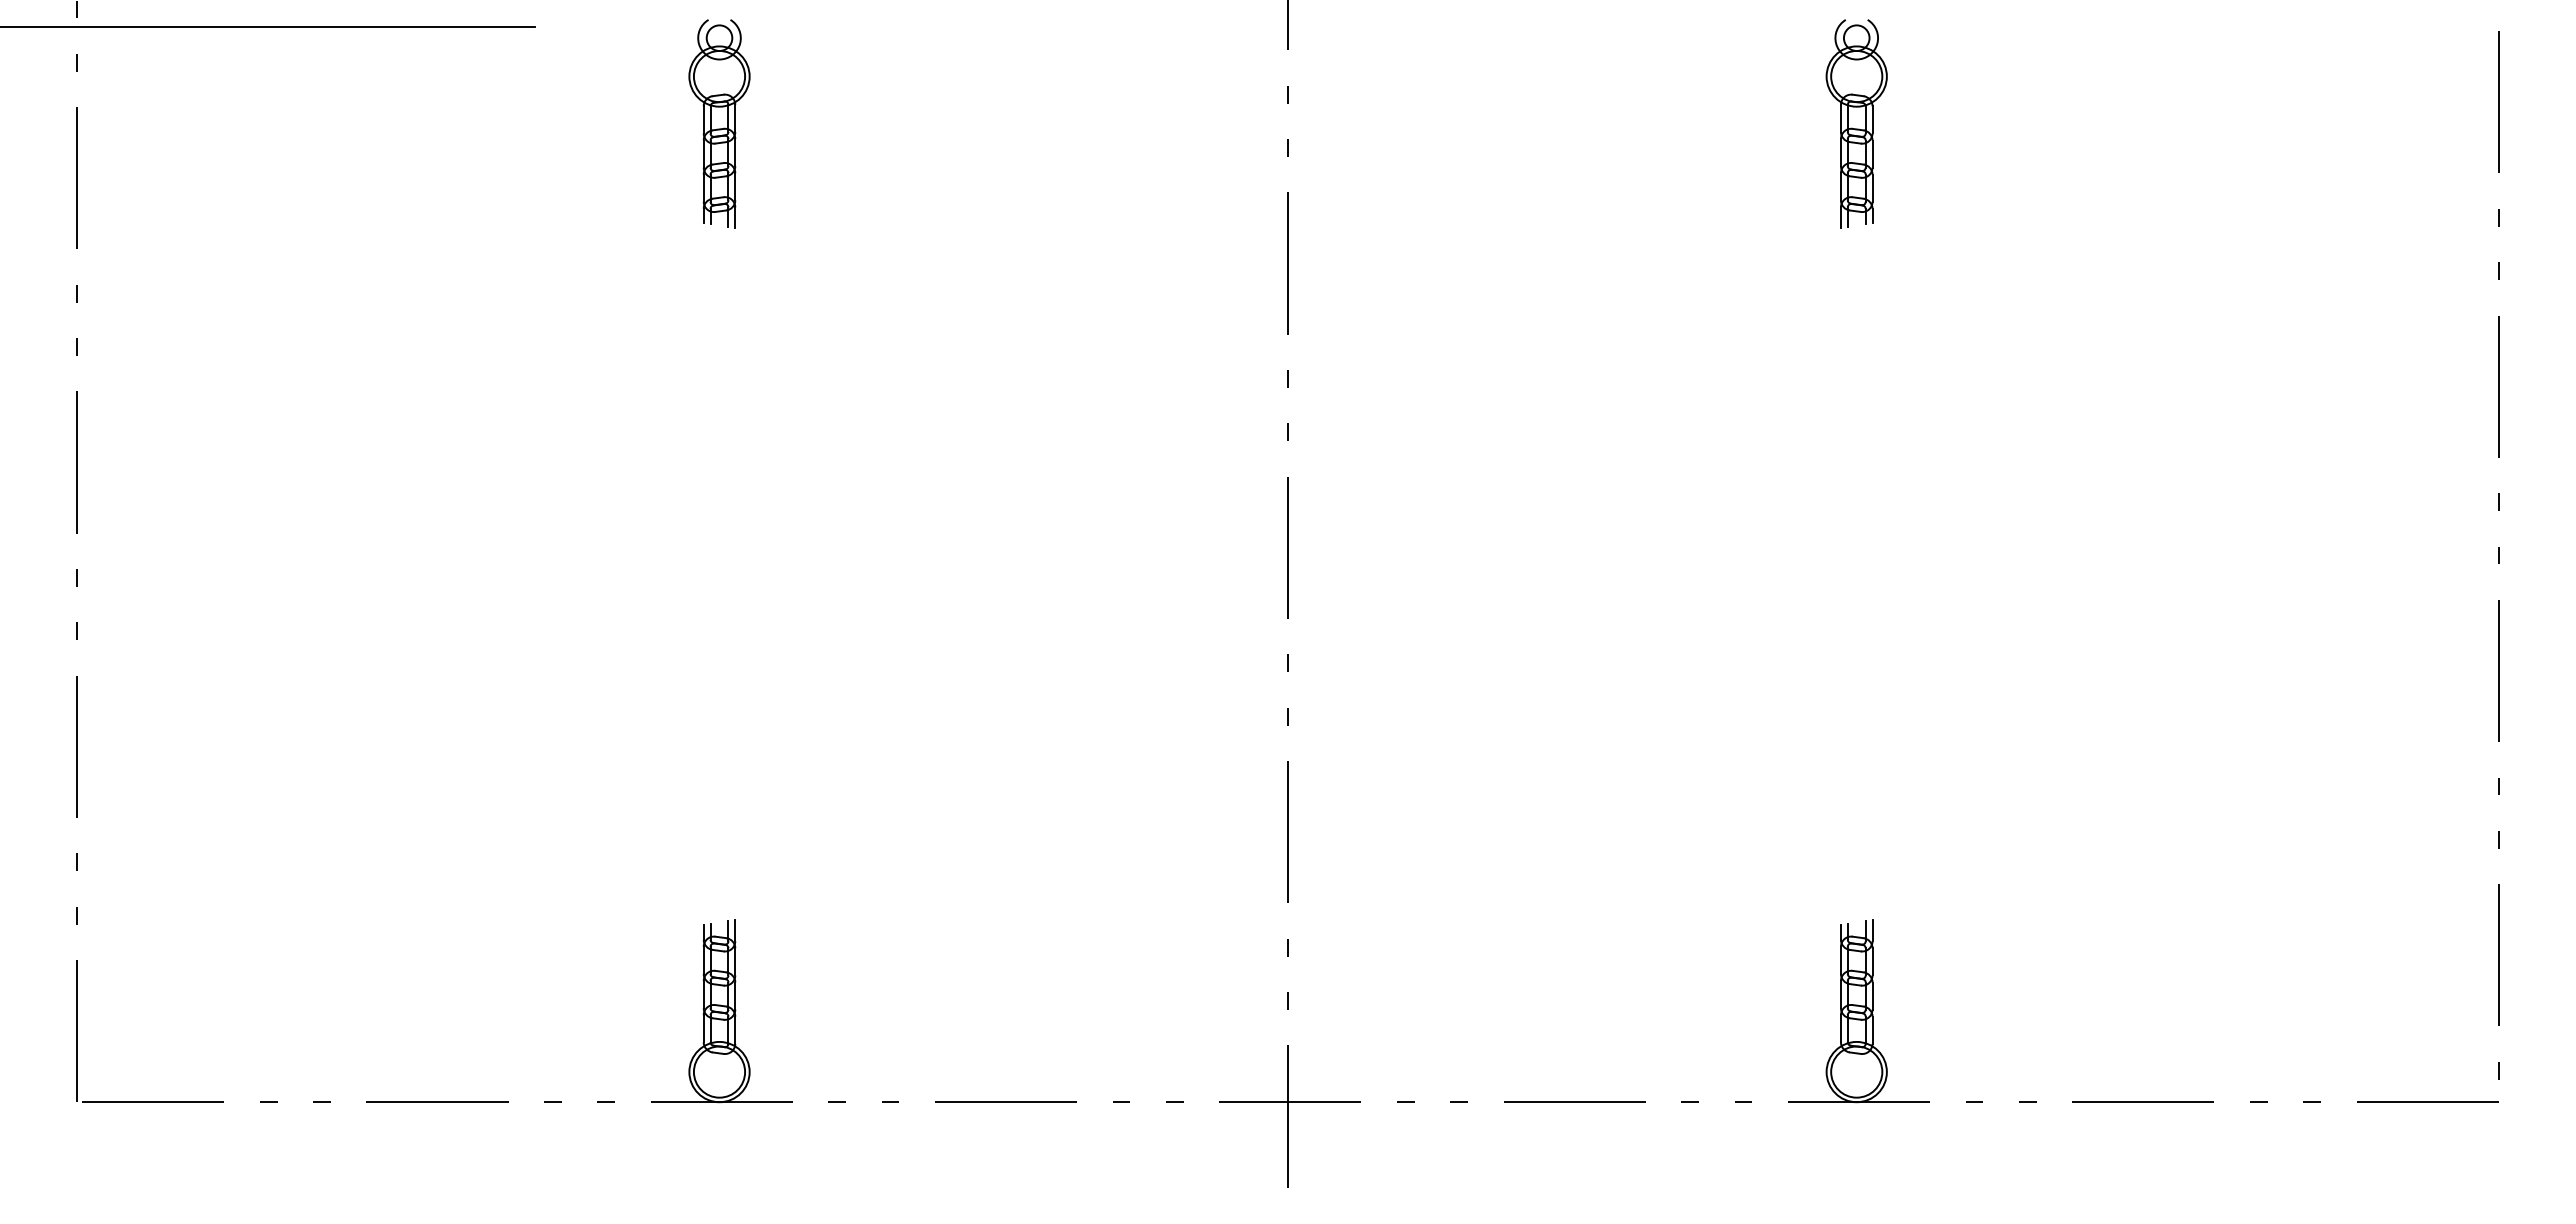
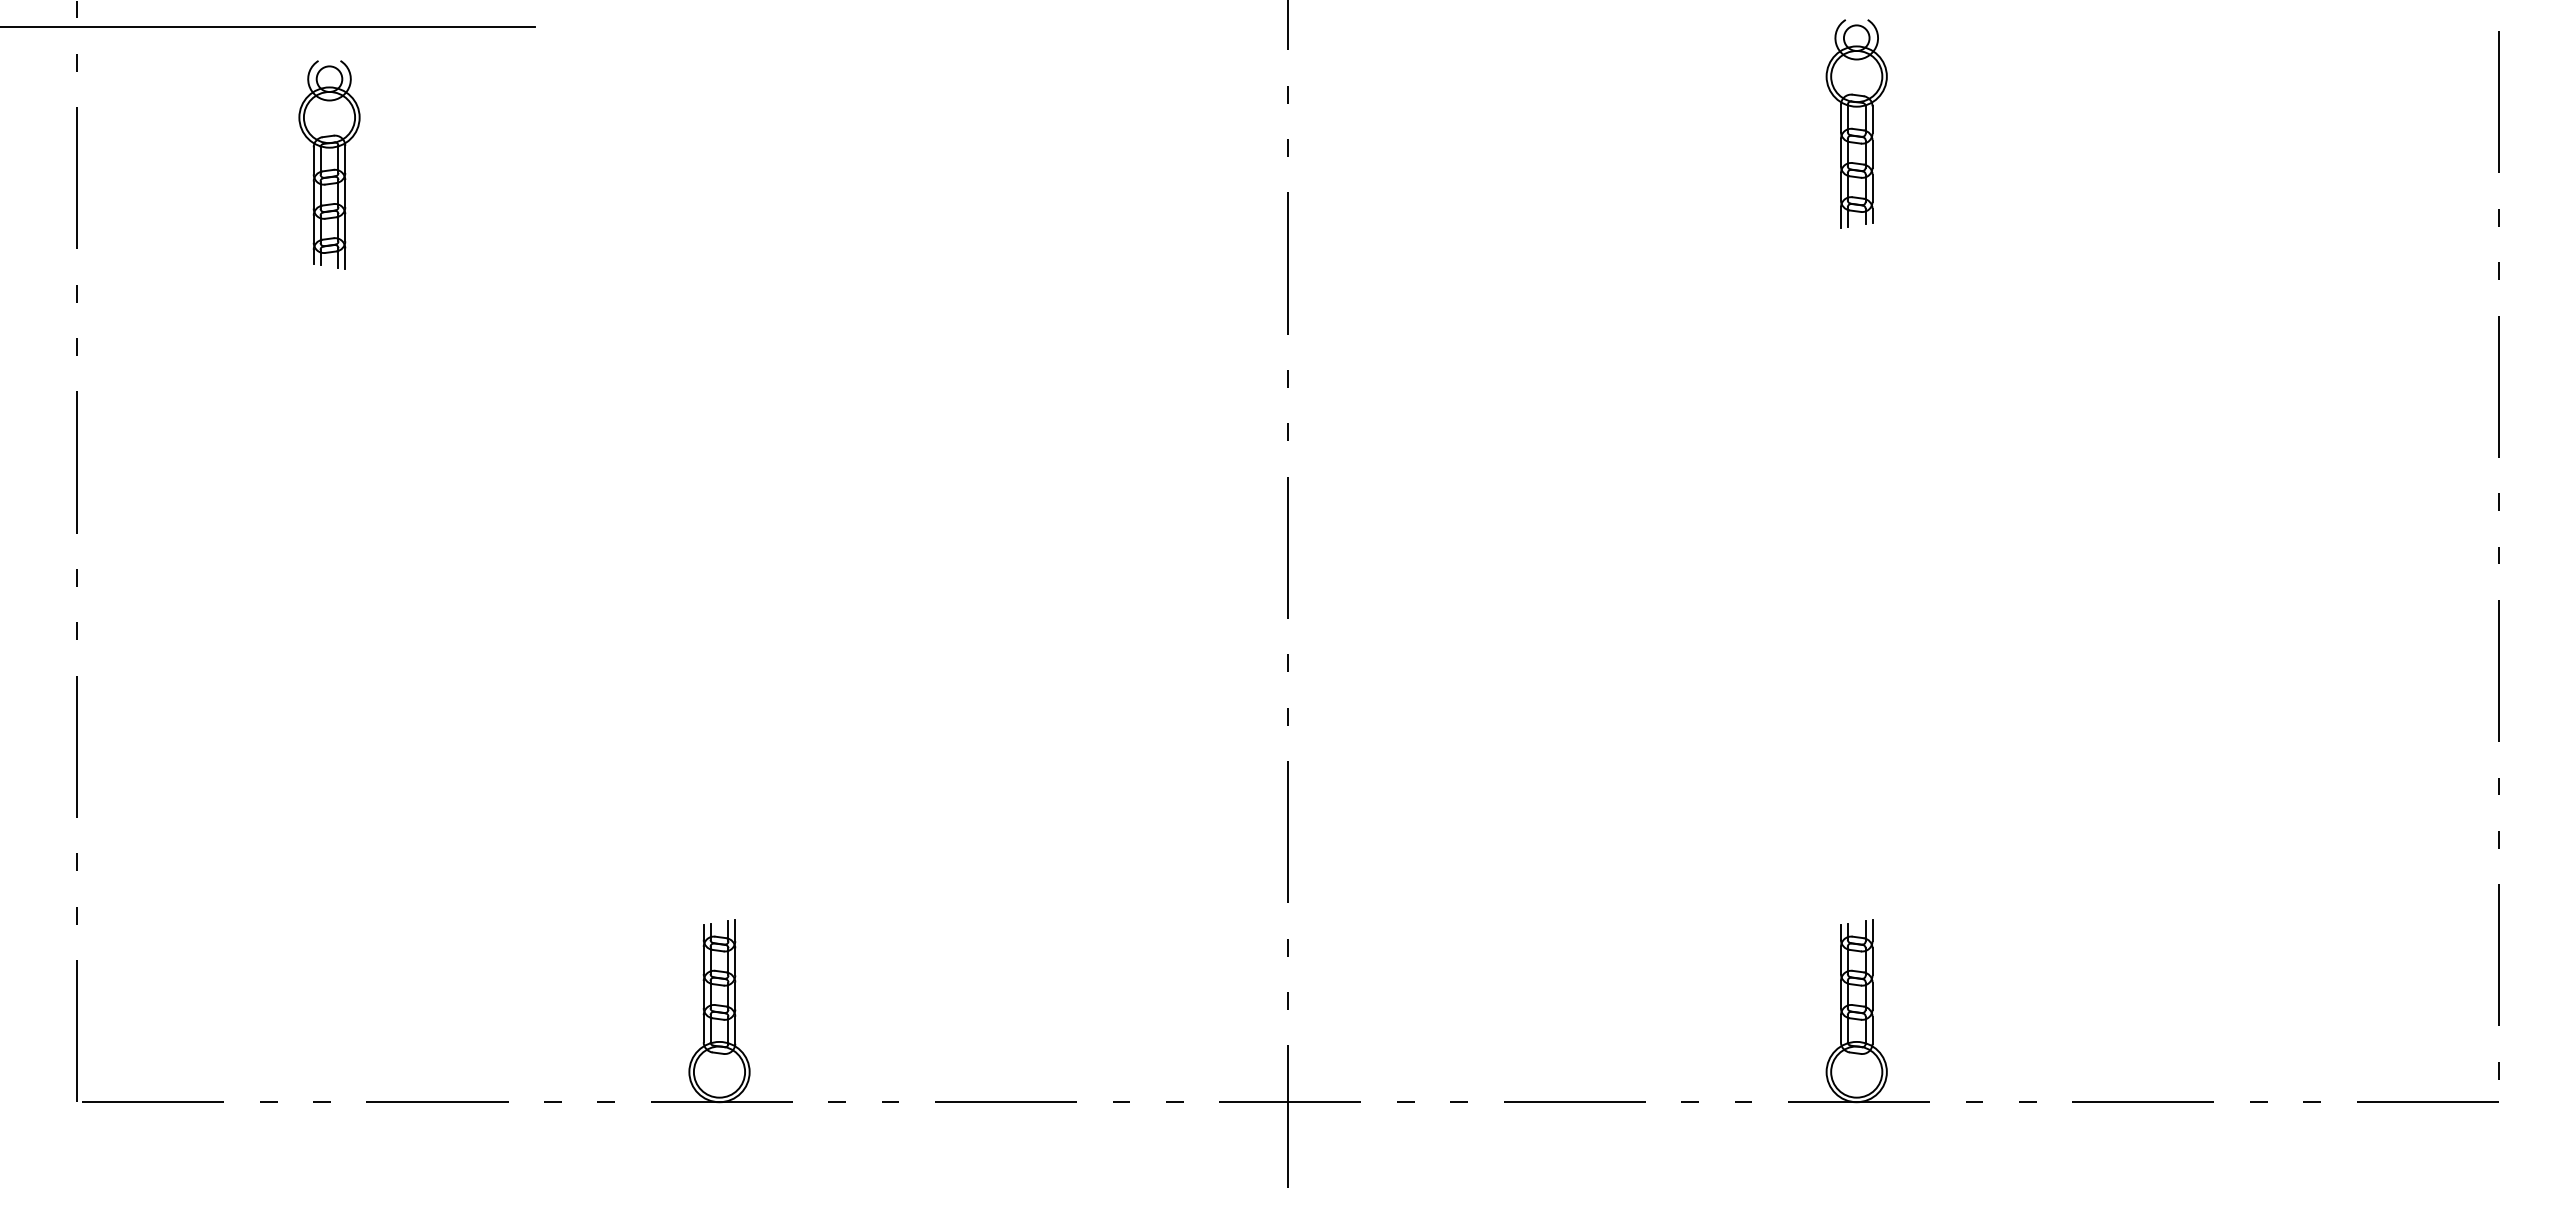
part at (719, 123) position: (719, 123) -> (329, 164)
